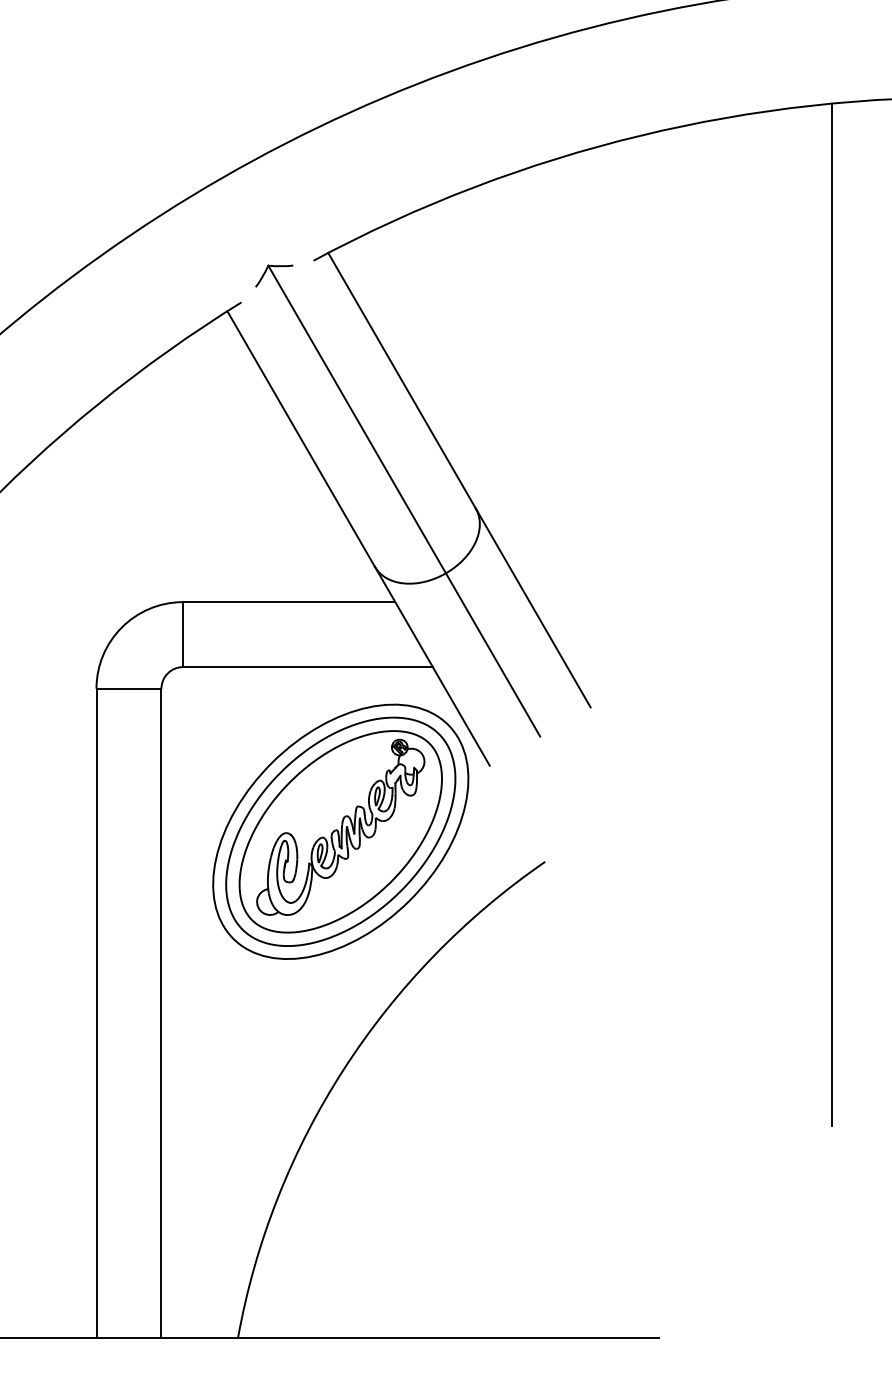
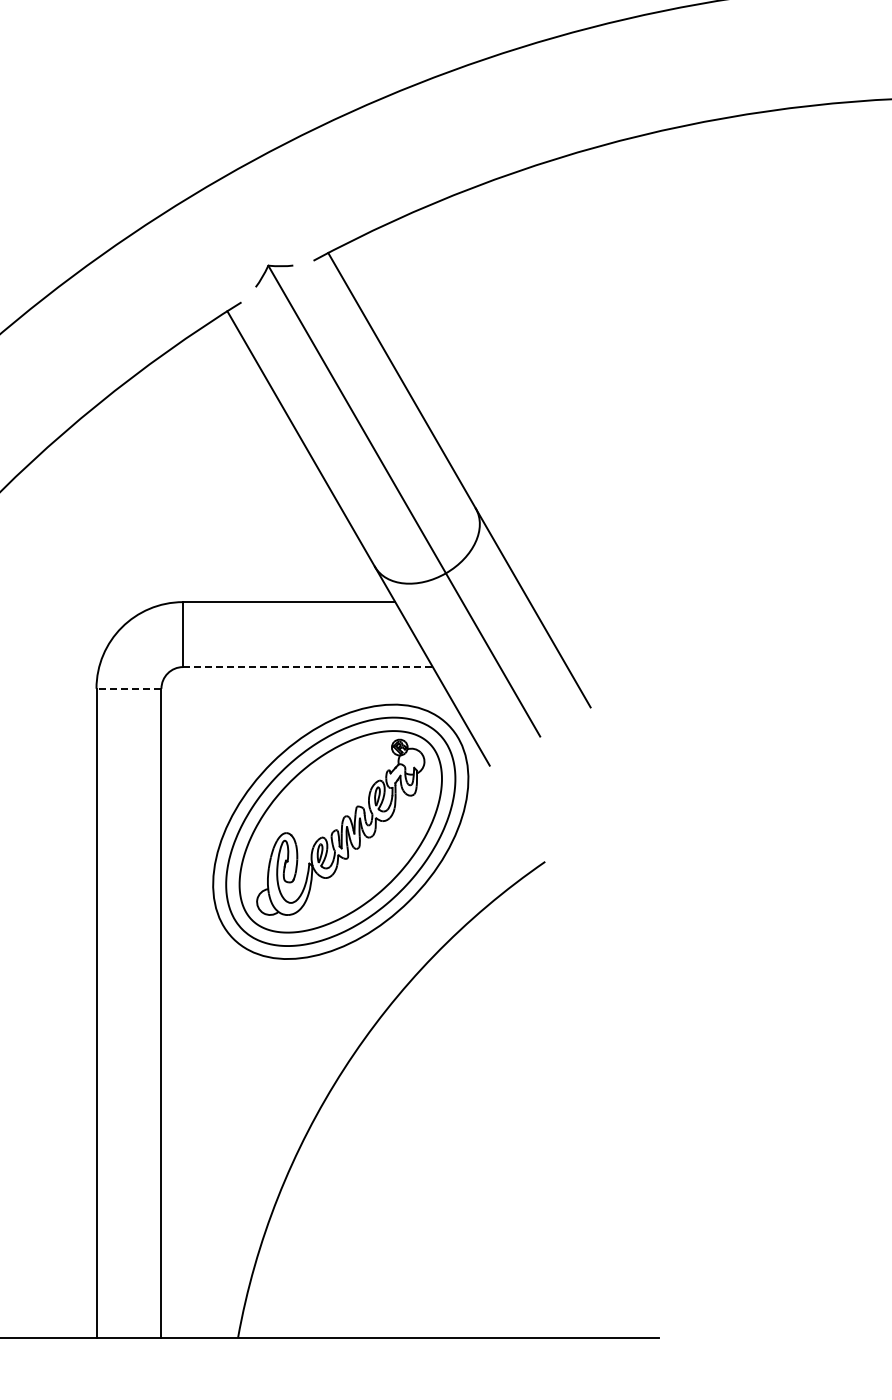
line at (832, 614): present -> none
line at (307, 667): solid -> dashed
line at (128, 688): solid -> dashed
